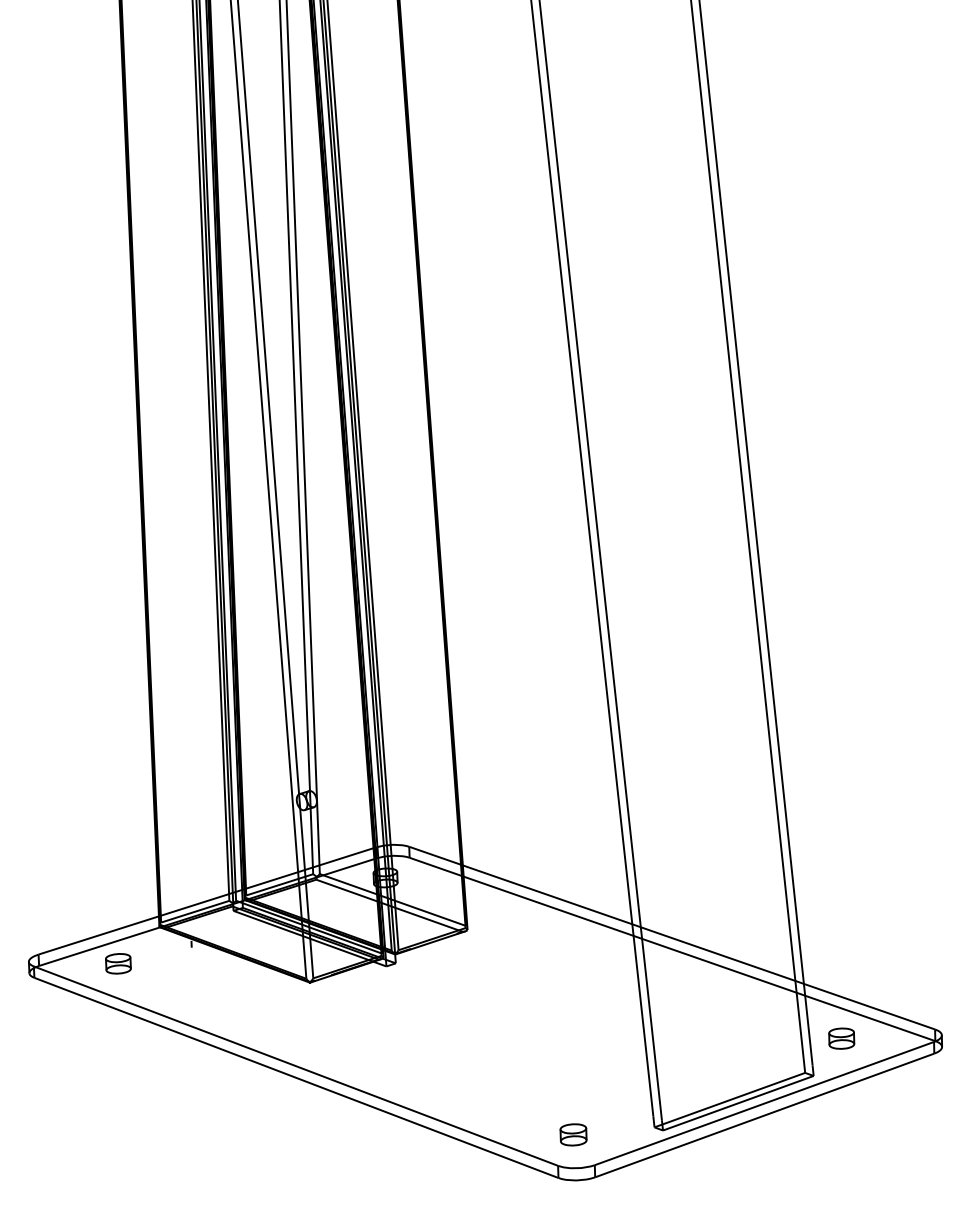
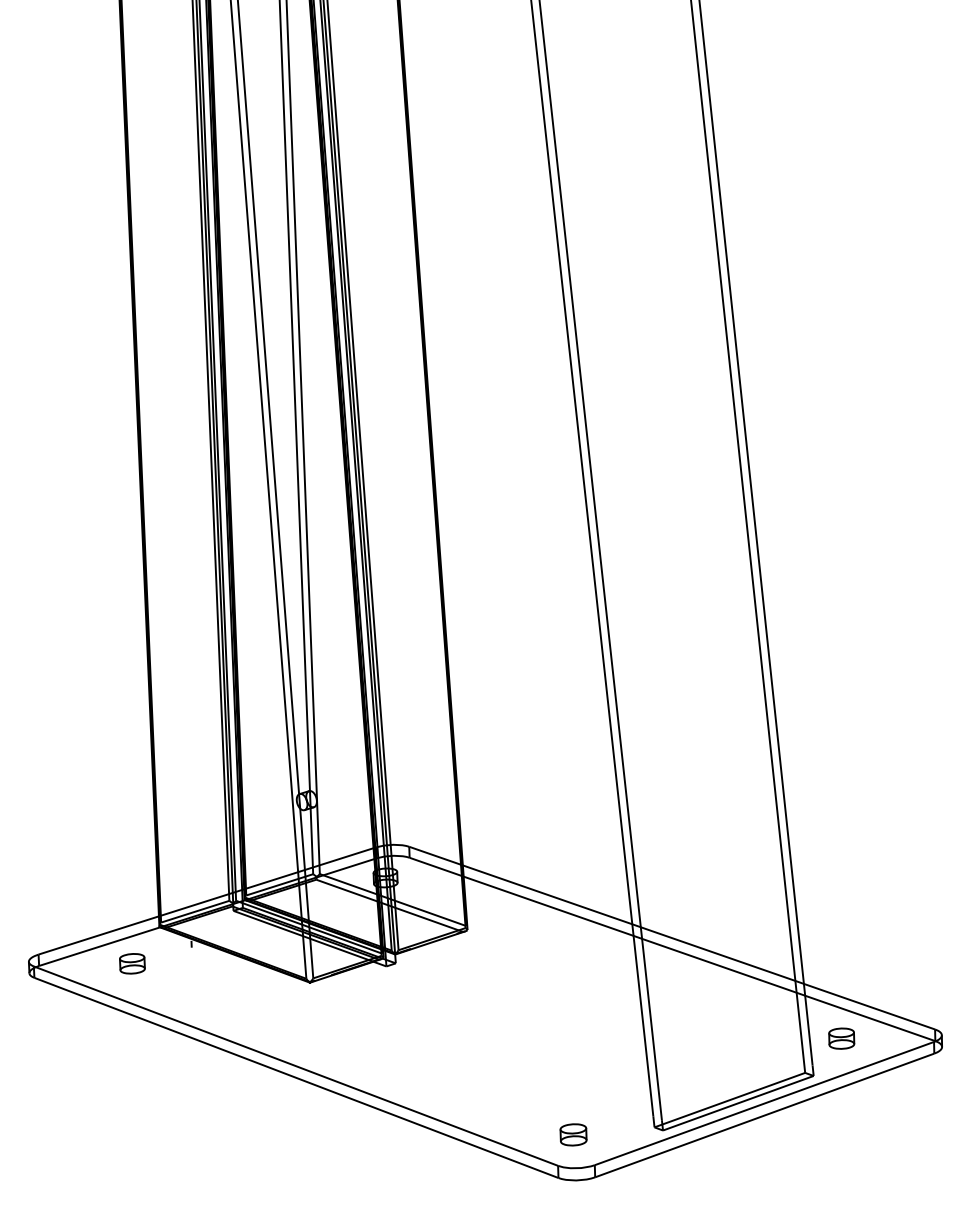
part at (118, 963) position: (118, 963) -> (132, 963)
